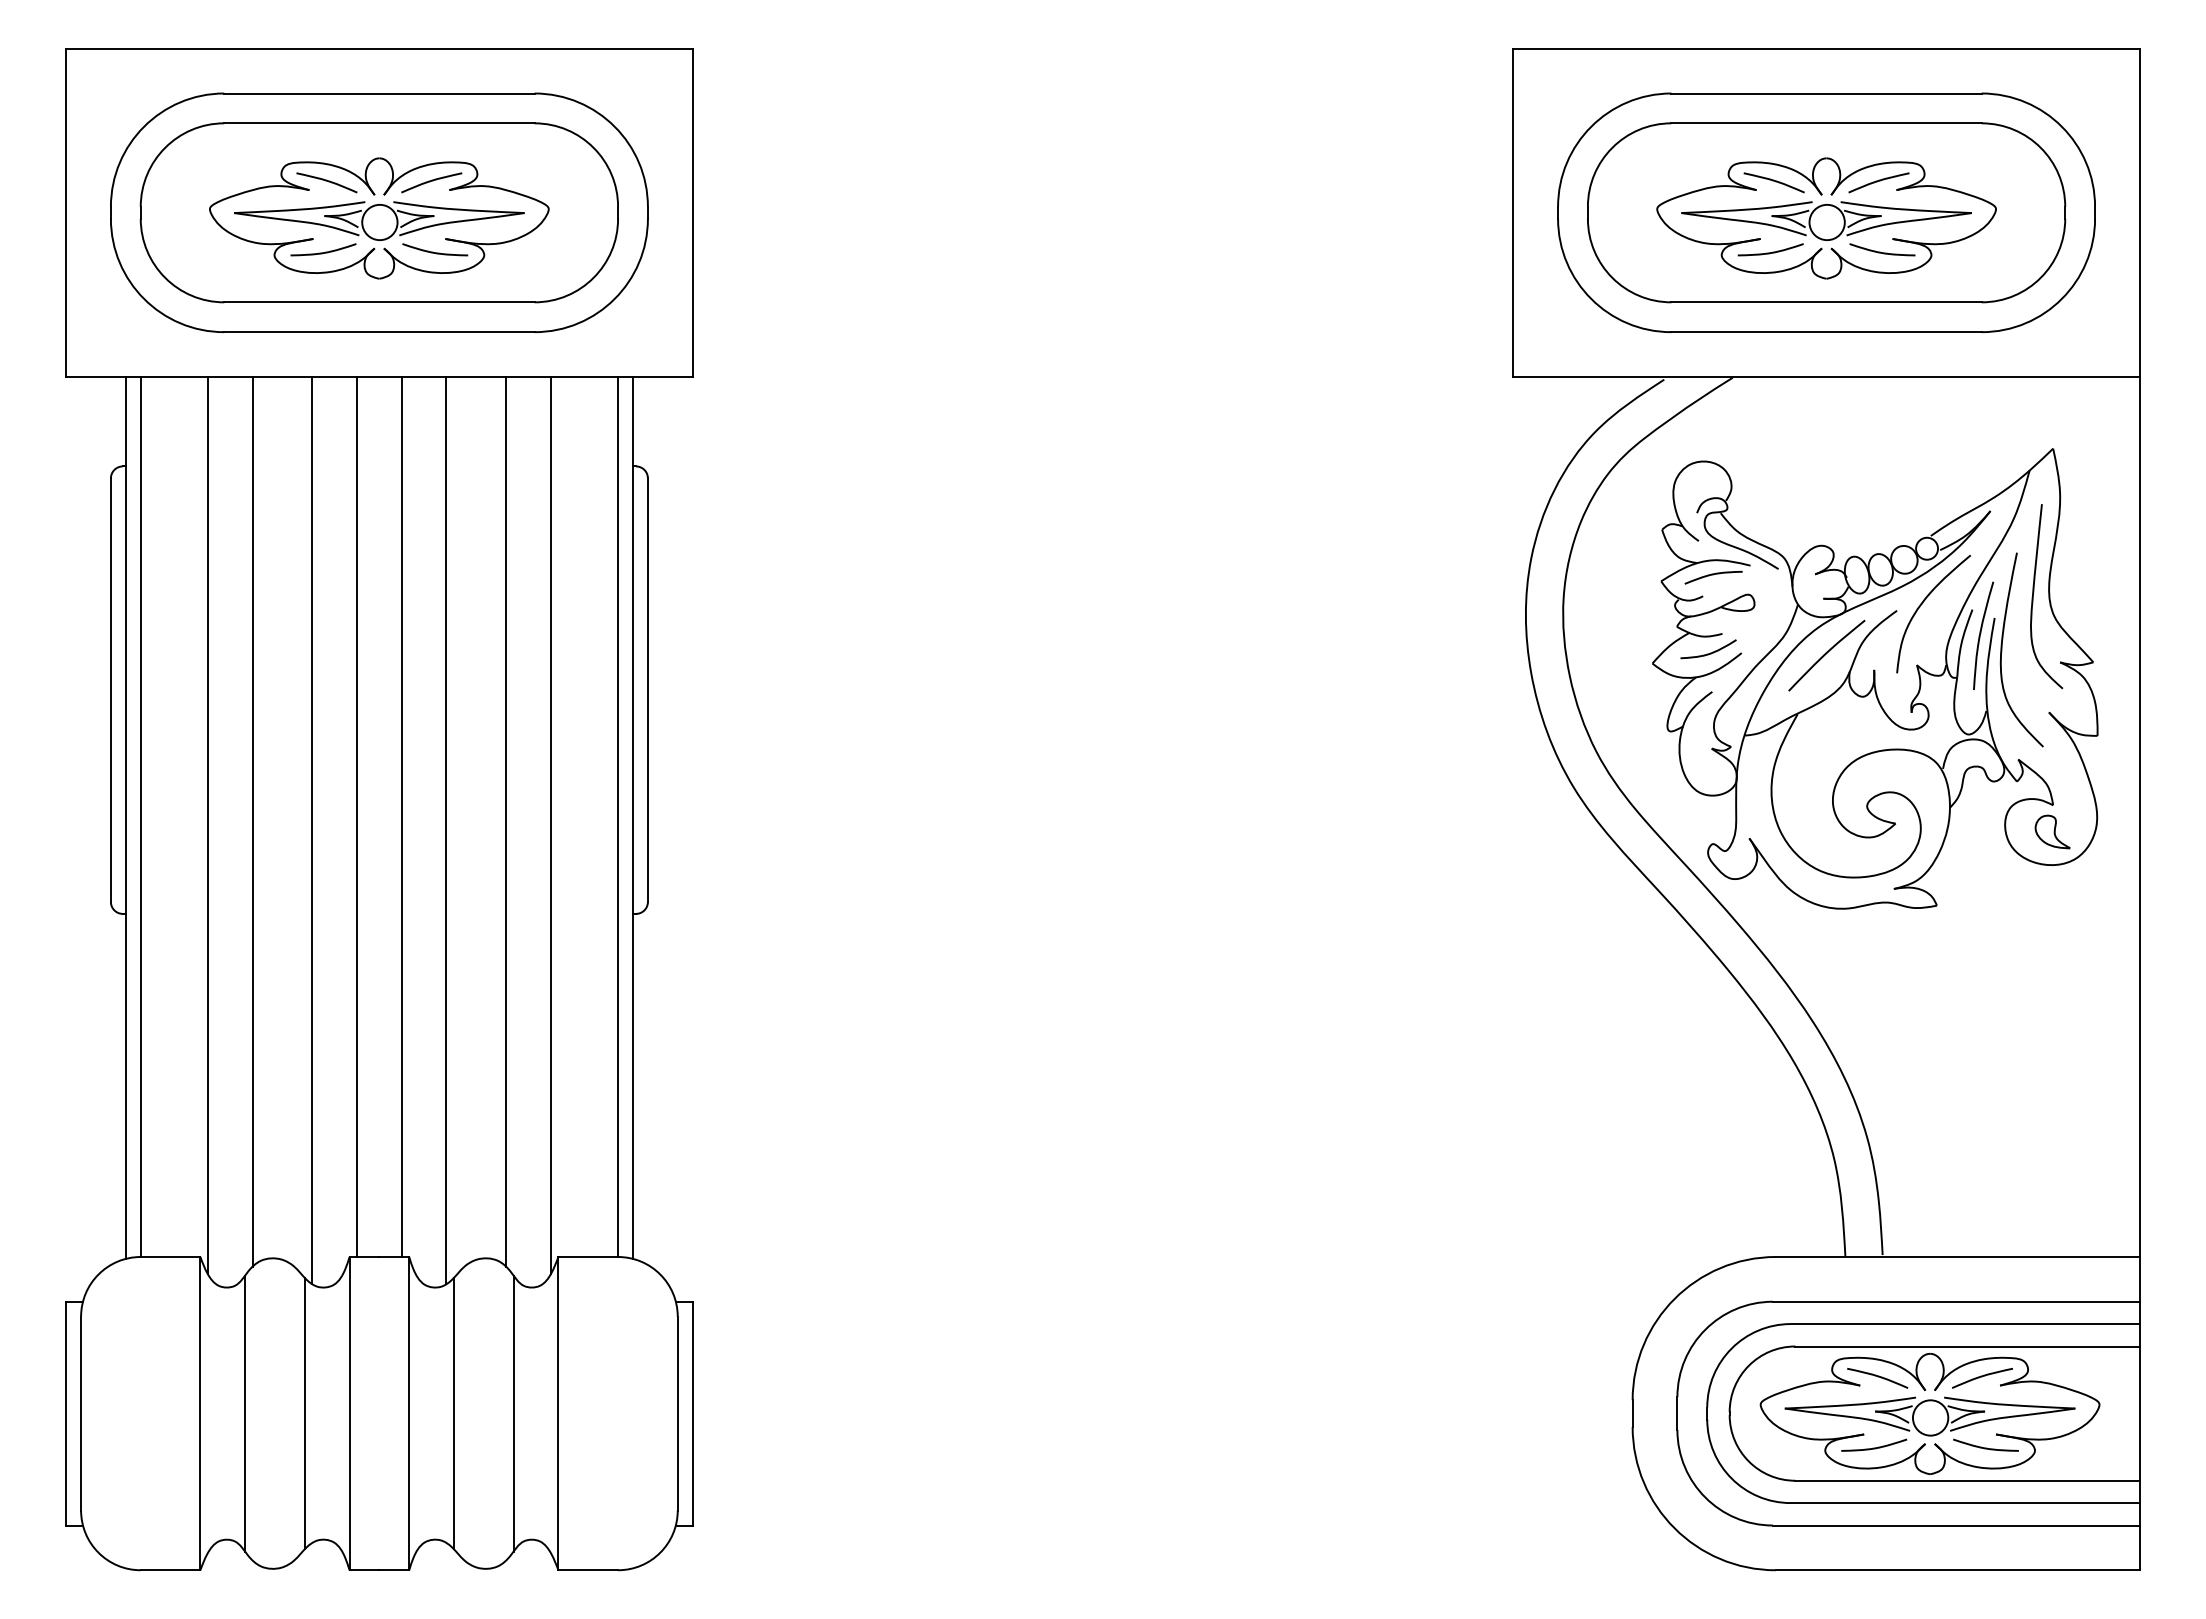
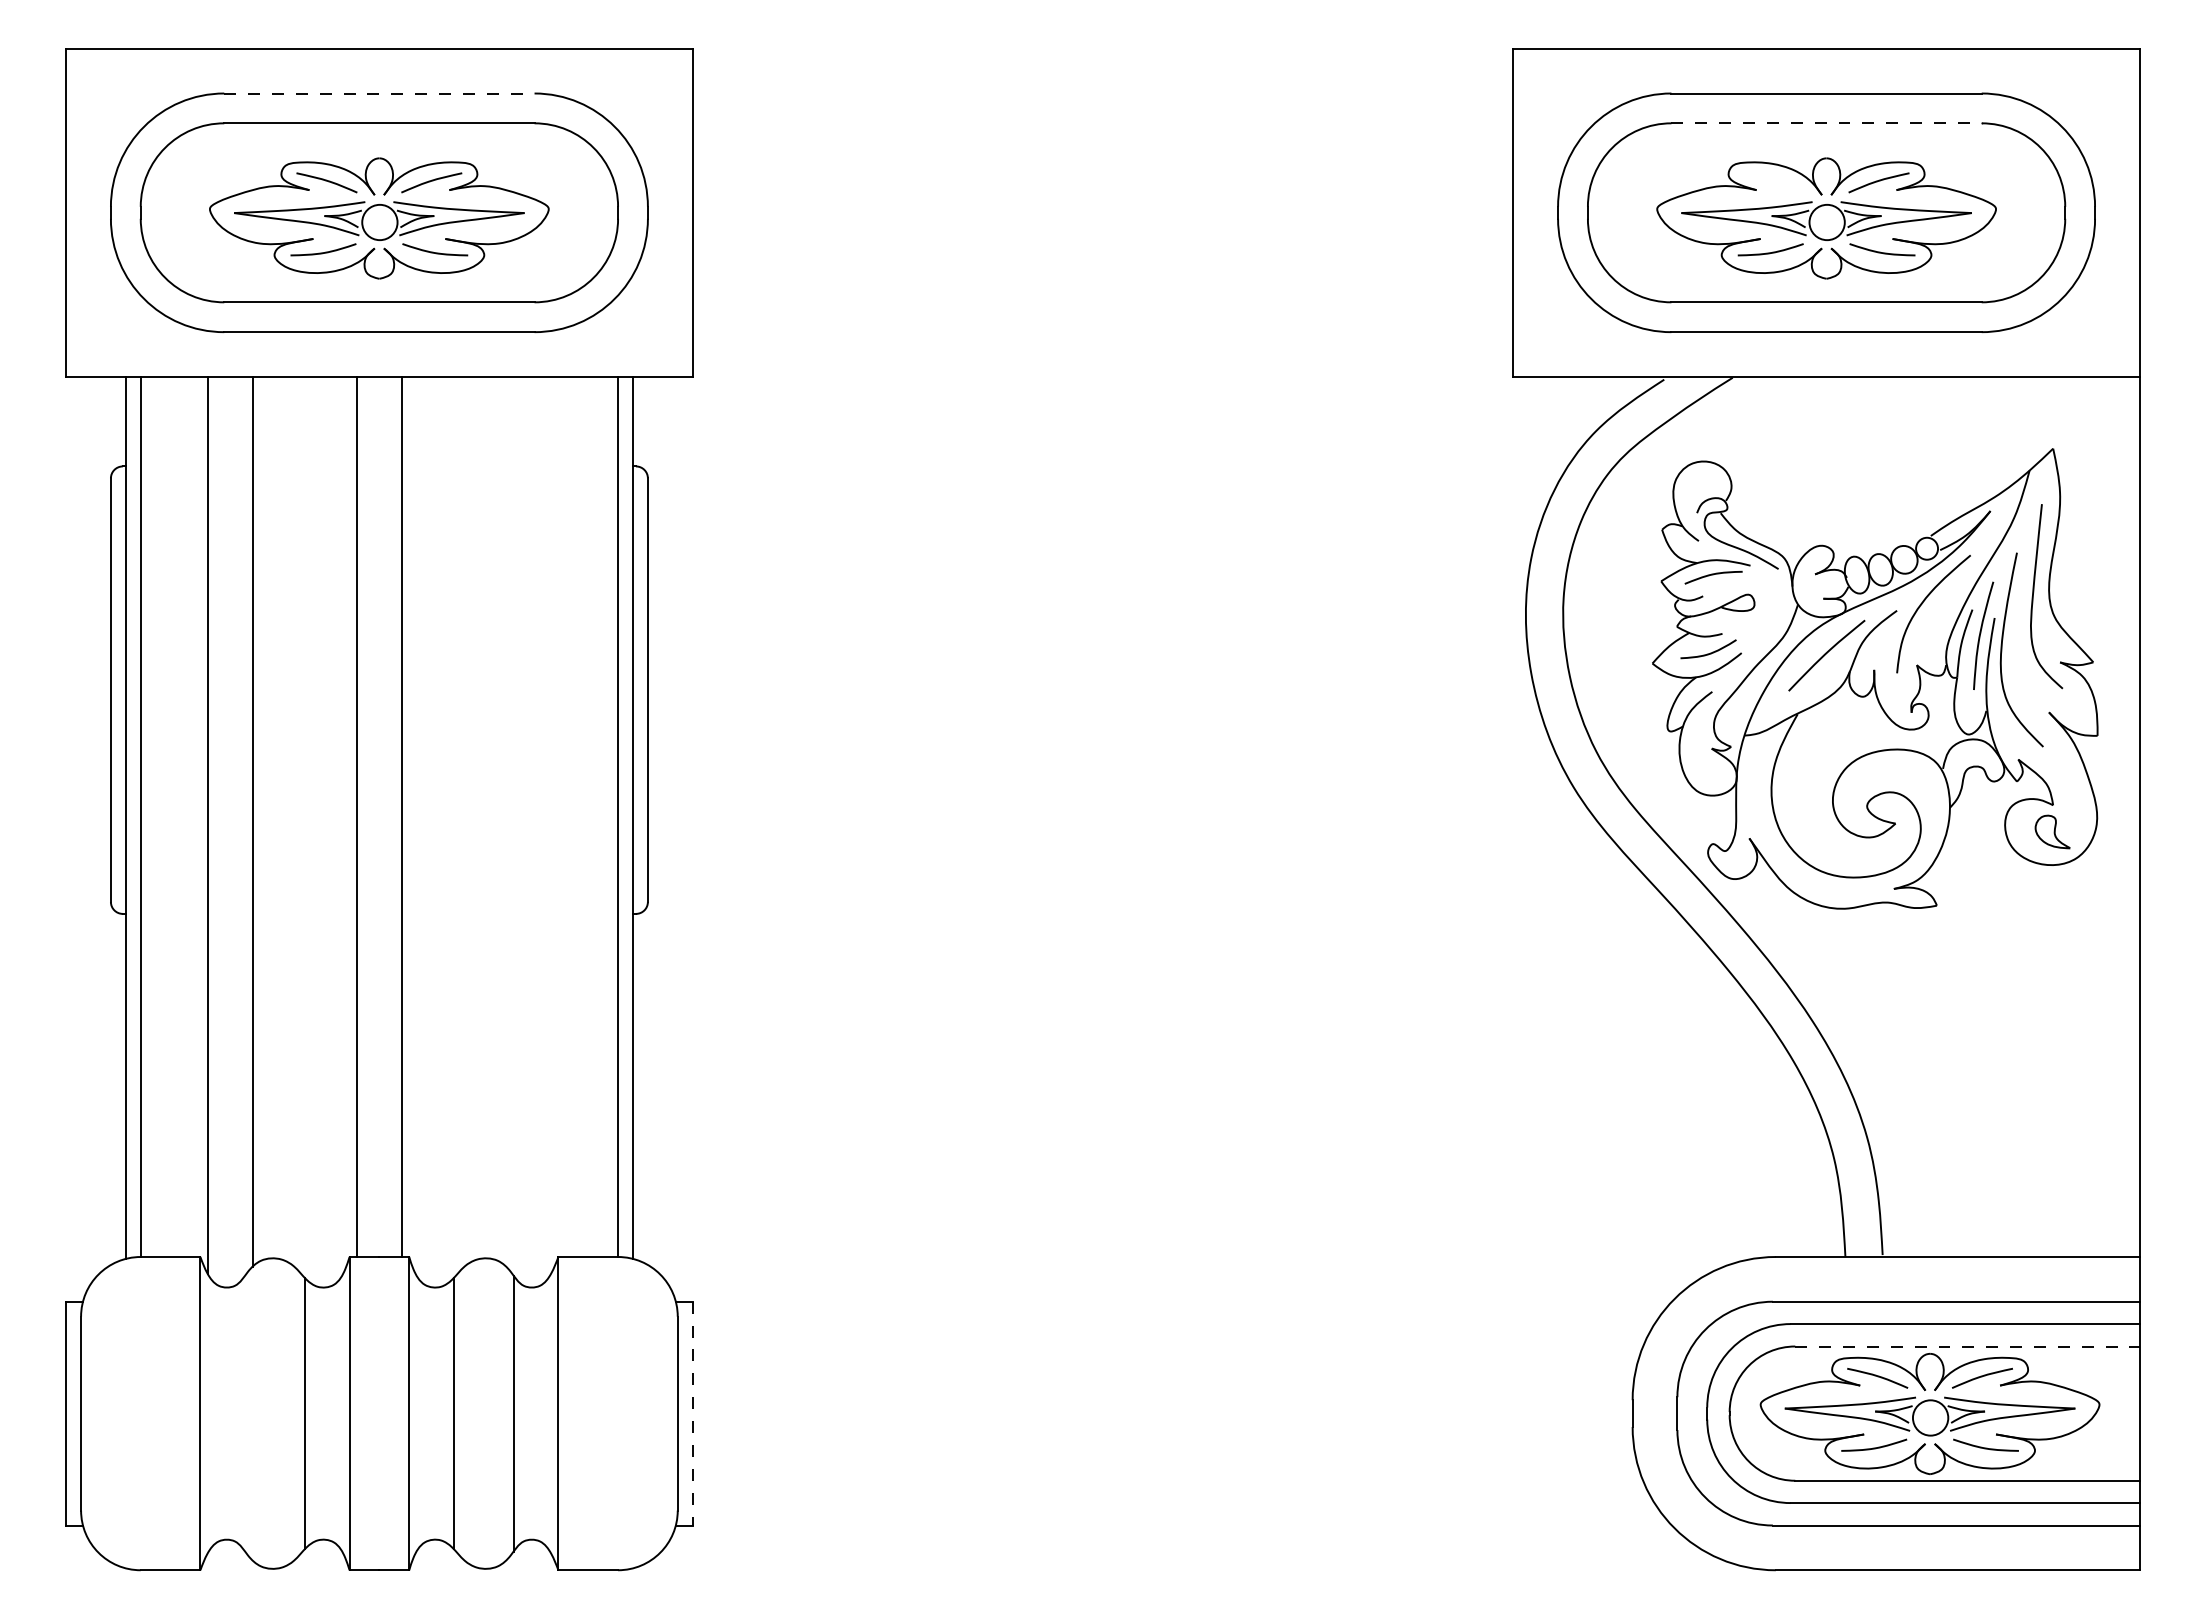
line at (379, 93): solid -> dashed
line at (1827, 123): solid -> dashed
curve at (1773, 181): present -> none
line at (506, 821): present -> none
line at (550, 825): present -> none
line at (312, 830): present -> none
line at (446, 830): present -> none
line at (1968, 1346): solid -> dashed
line at (245, 1413): present -> none
line at (692, 1413): solid -> dashed
